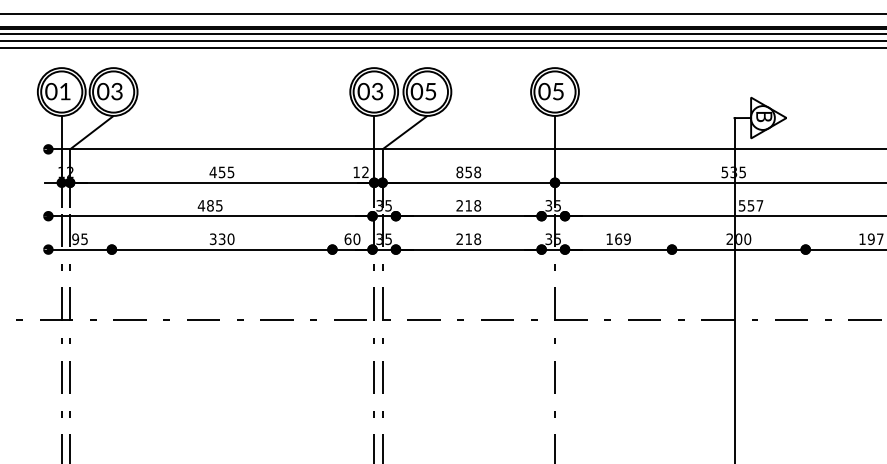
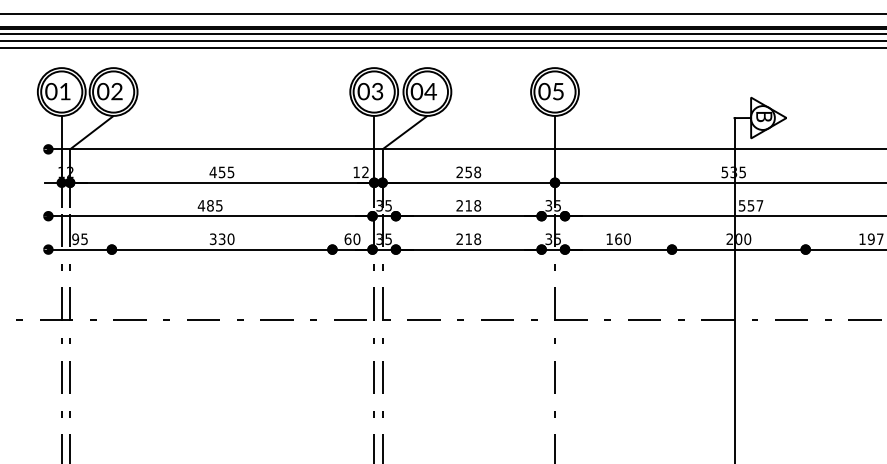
text at (430, 91): 05 -> 04
text at (116, 94): 03 -> 02
text at (459, 172): 858 -> 258
text at (627, 239): 169 -> 160
